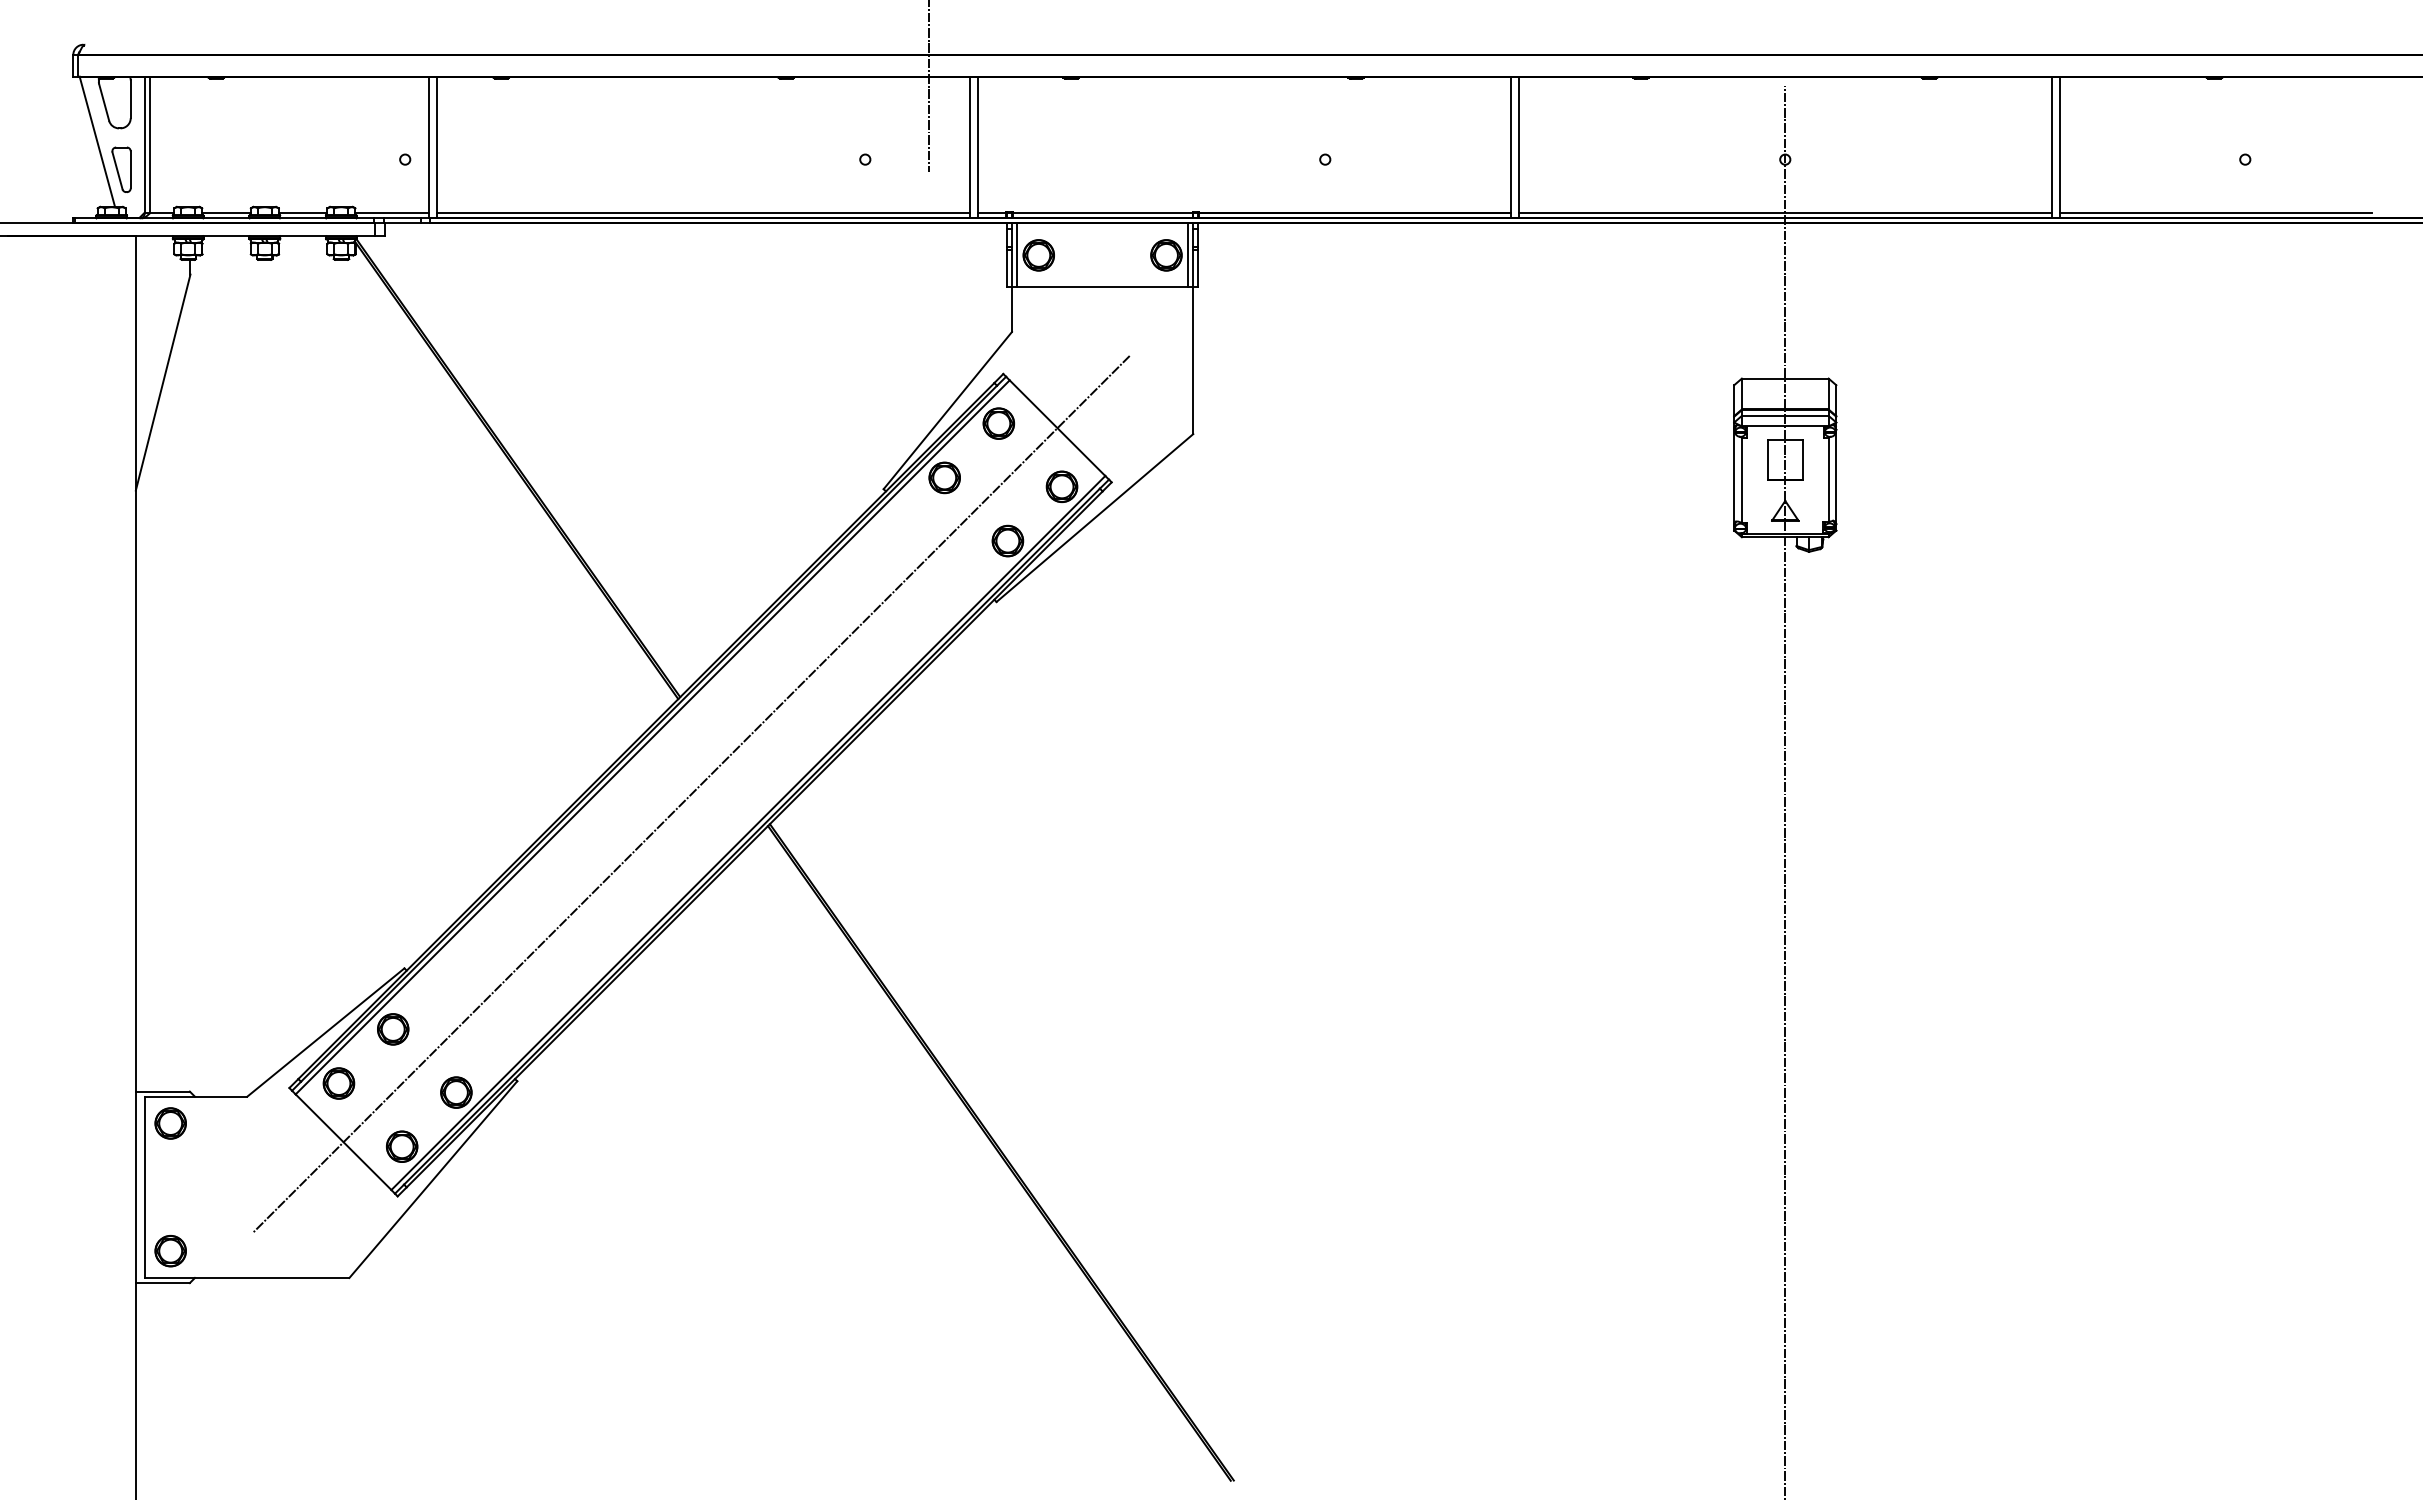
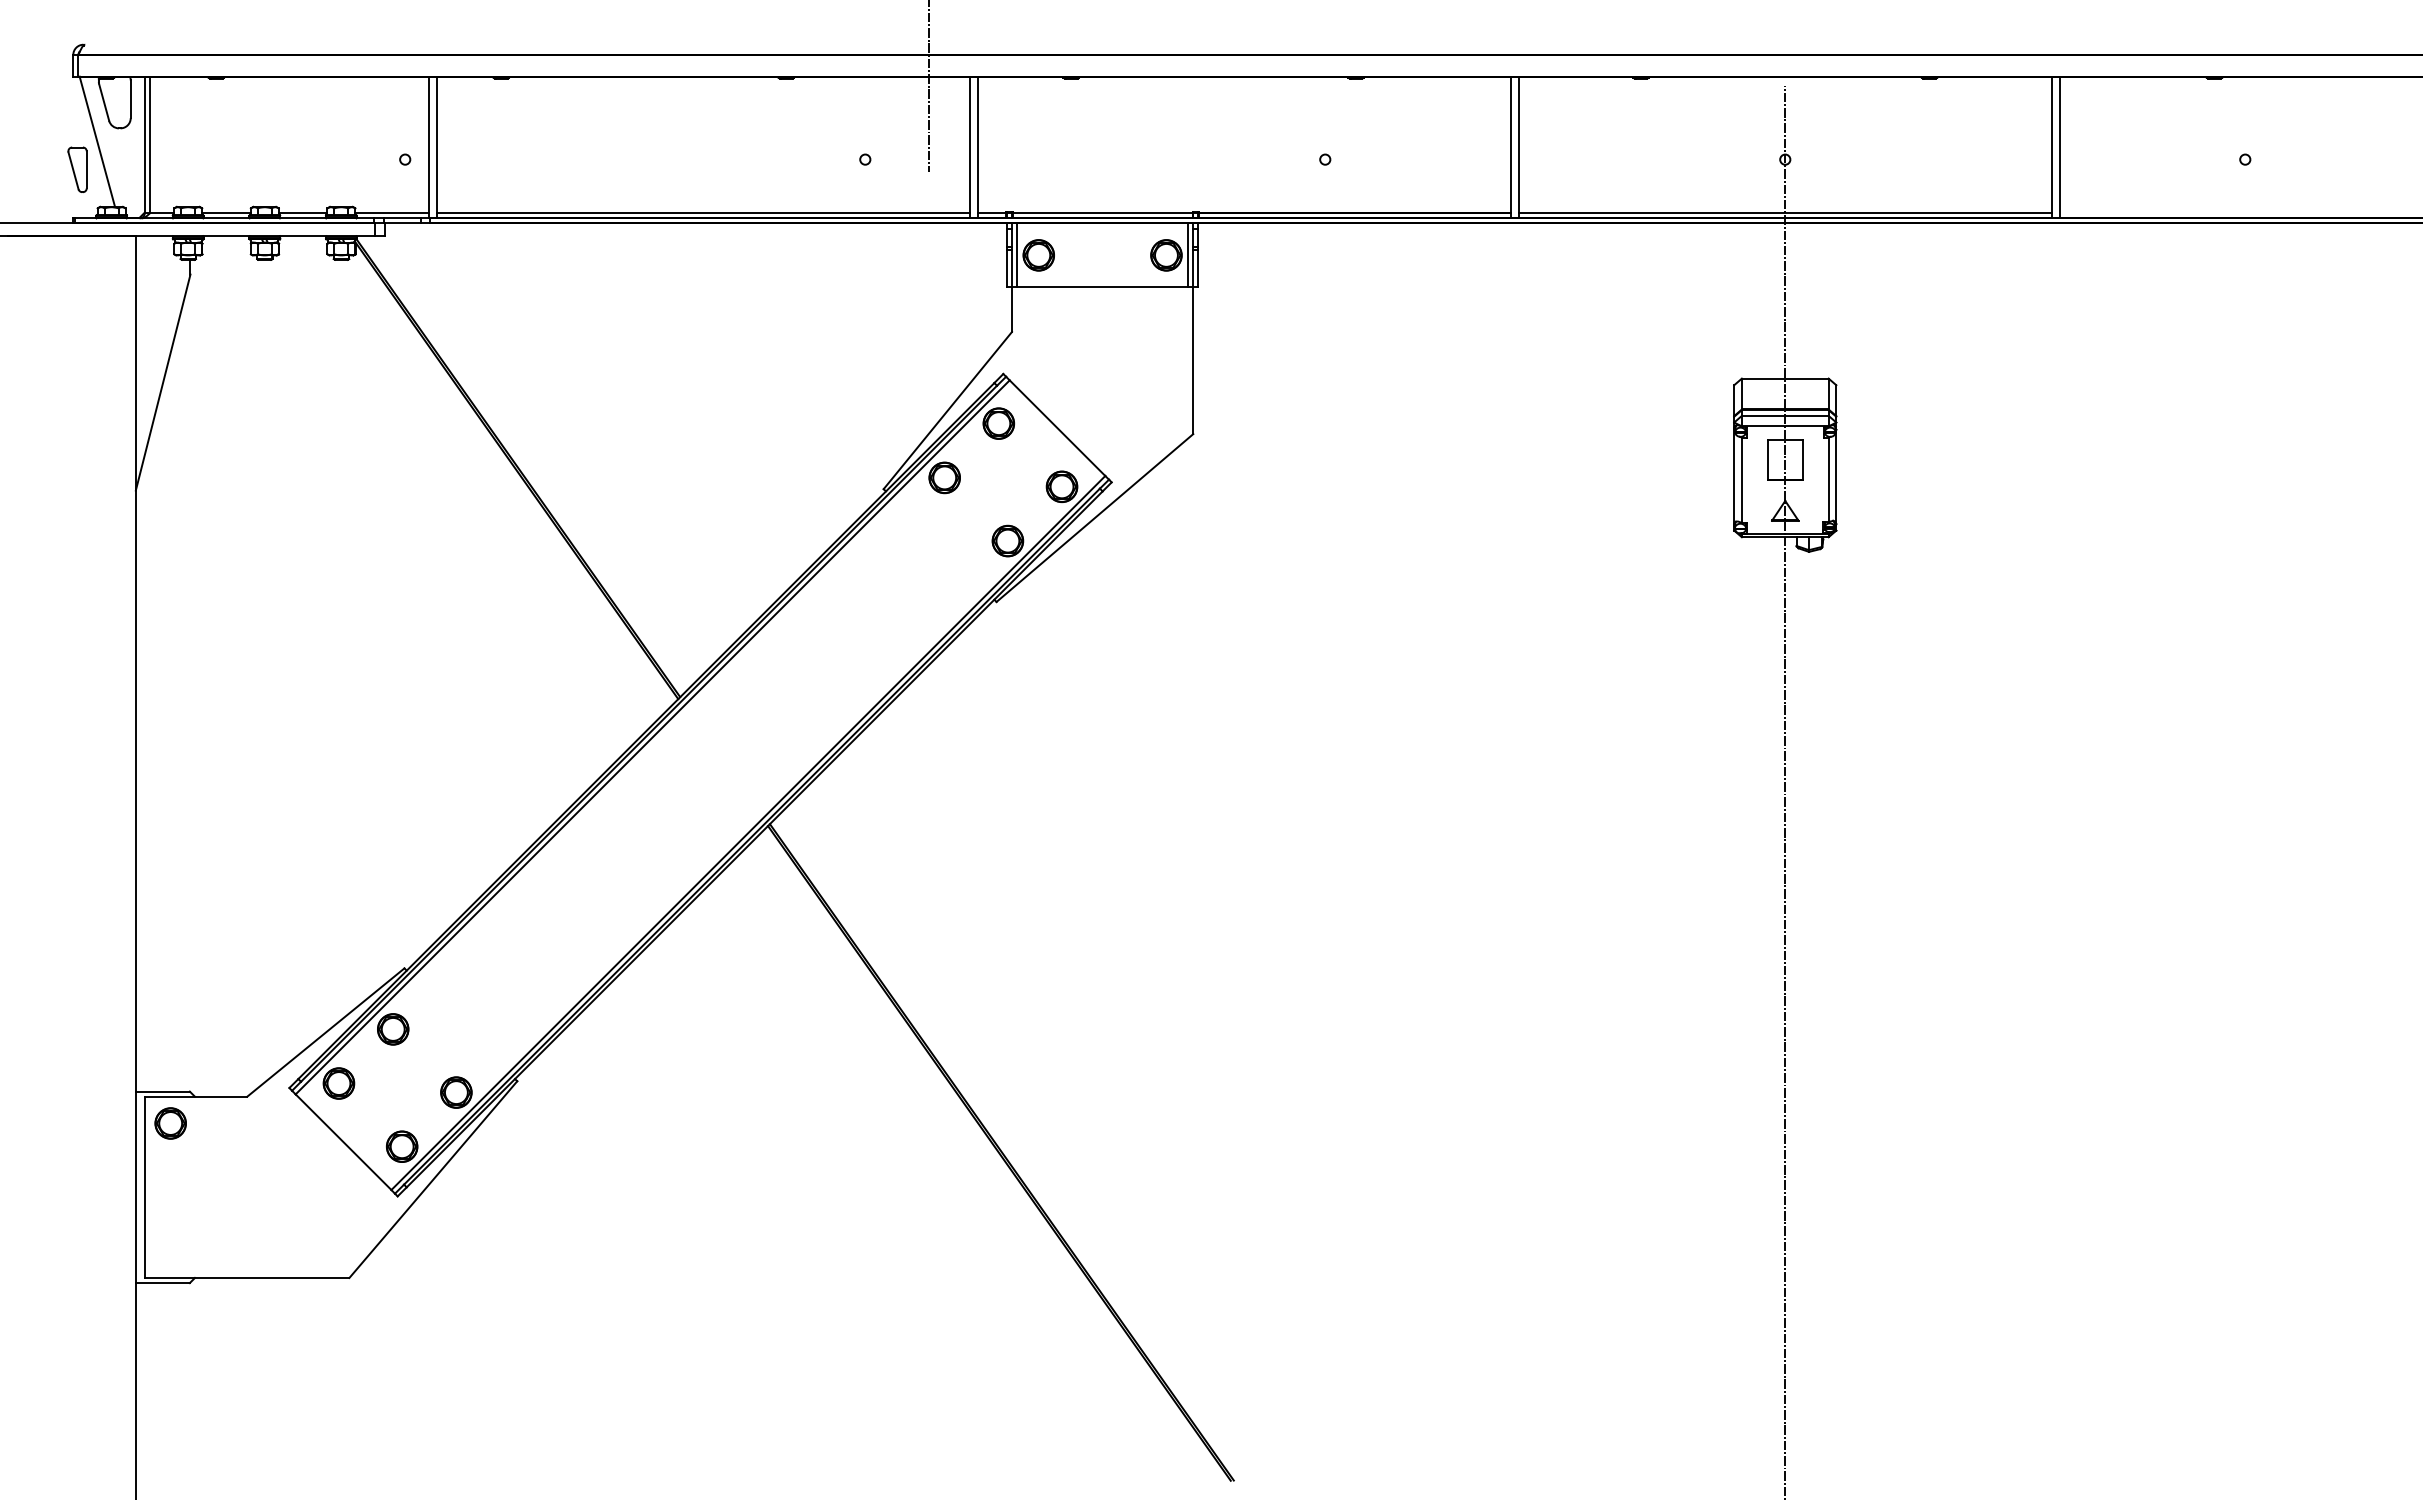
part at (121, 169) position: (121, 169) -> (77, 169)
line at (2215, 213): present -> none
line at (691, 793): present -> none
part at (170, 1251): present -> none
